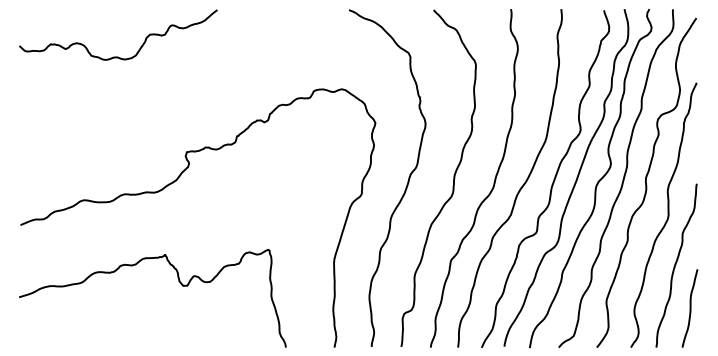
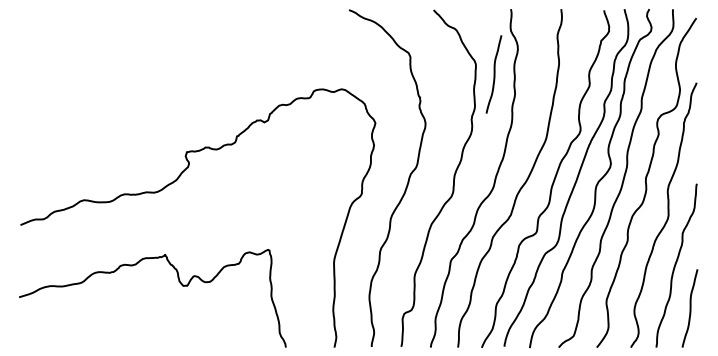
curve at (118, 56): present -> none
curve at (493, 74): none -> present
